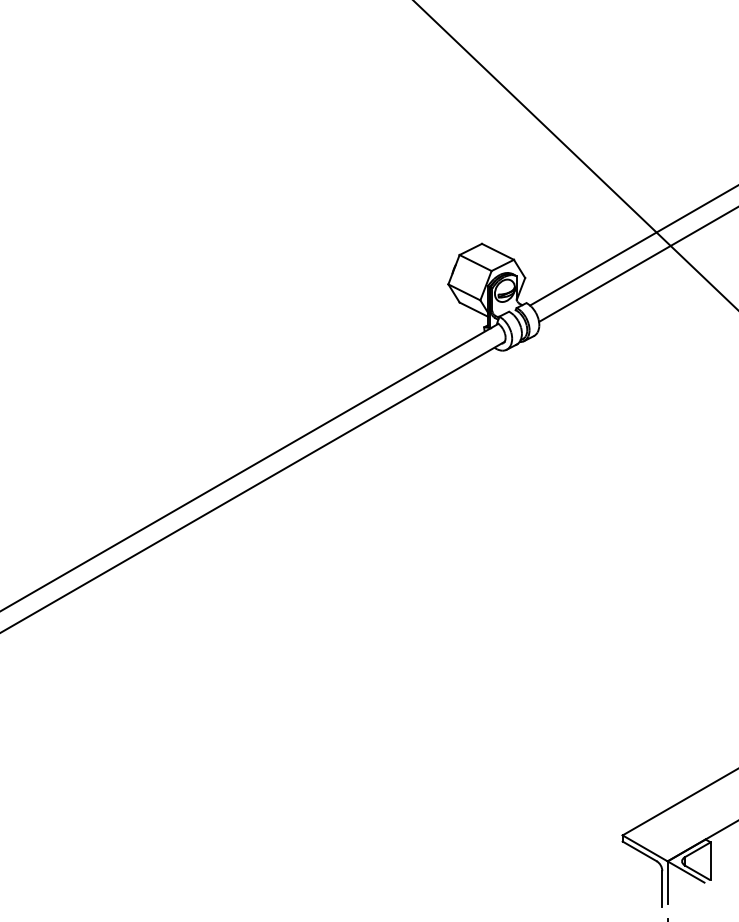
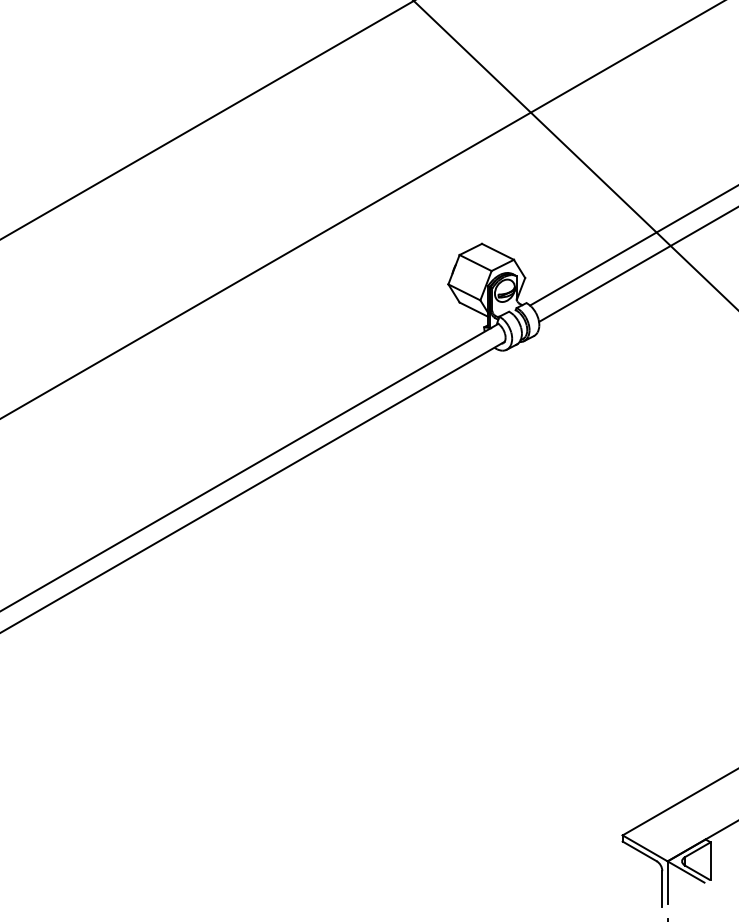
line at (206, 120): none -> present
line at (361, 209): none -> present
